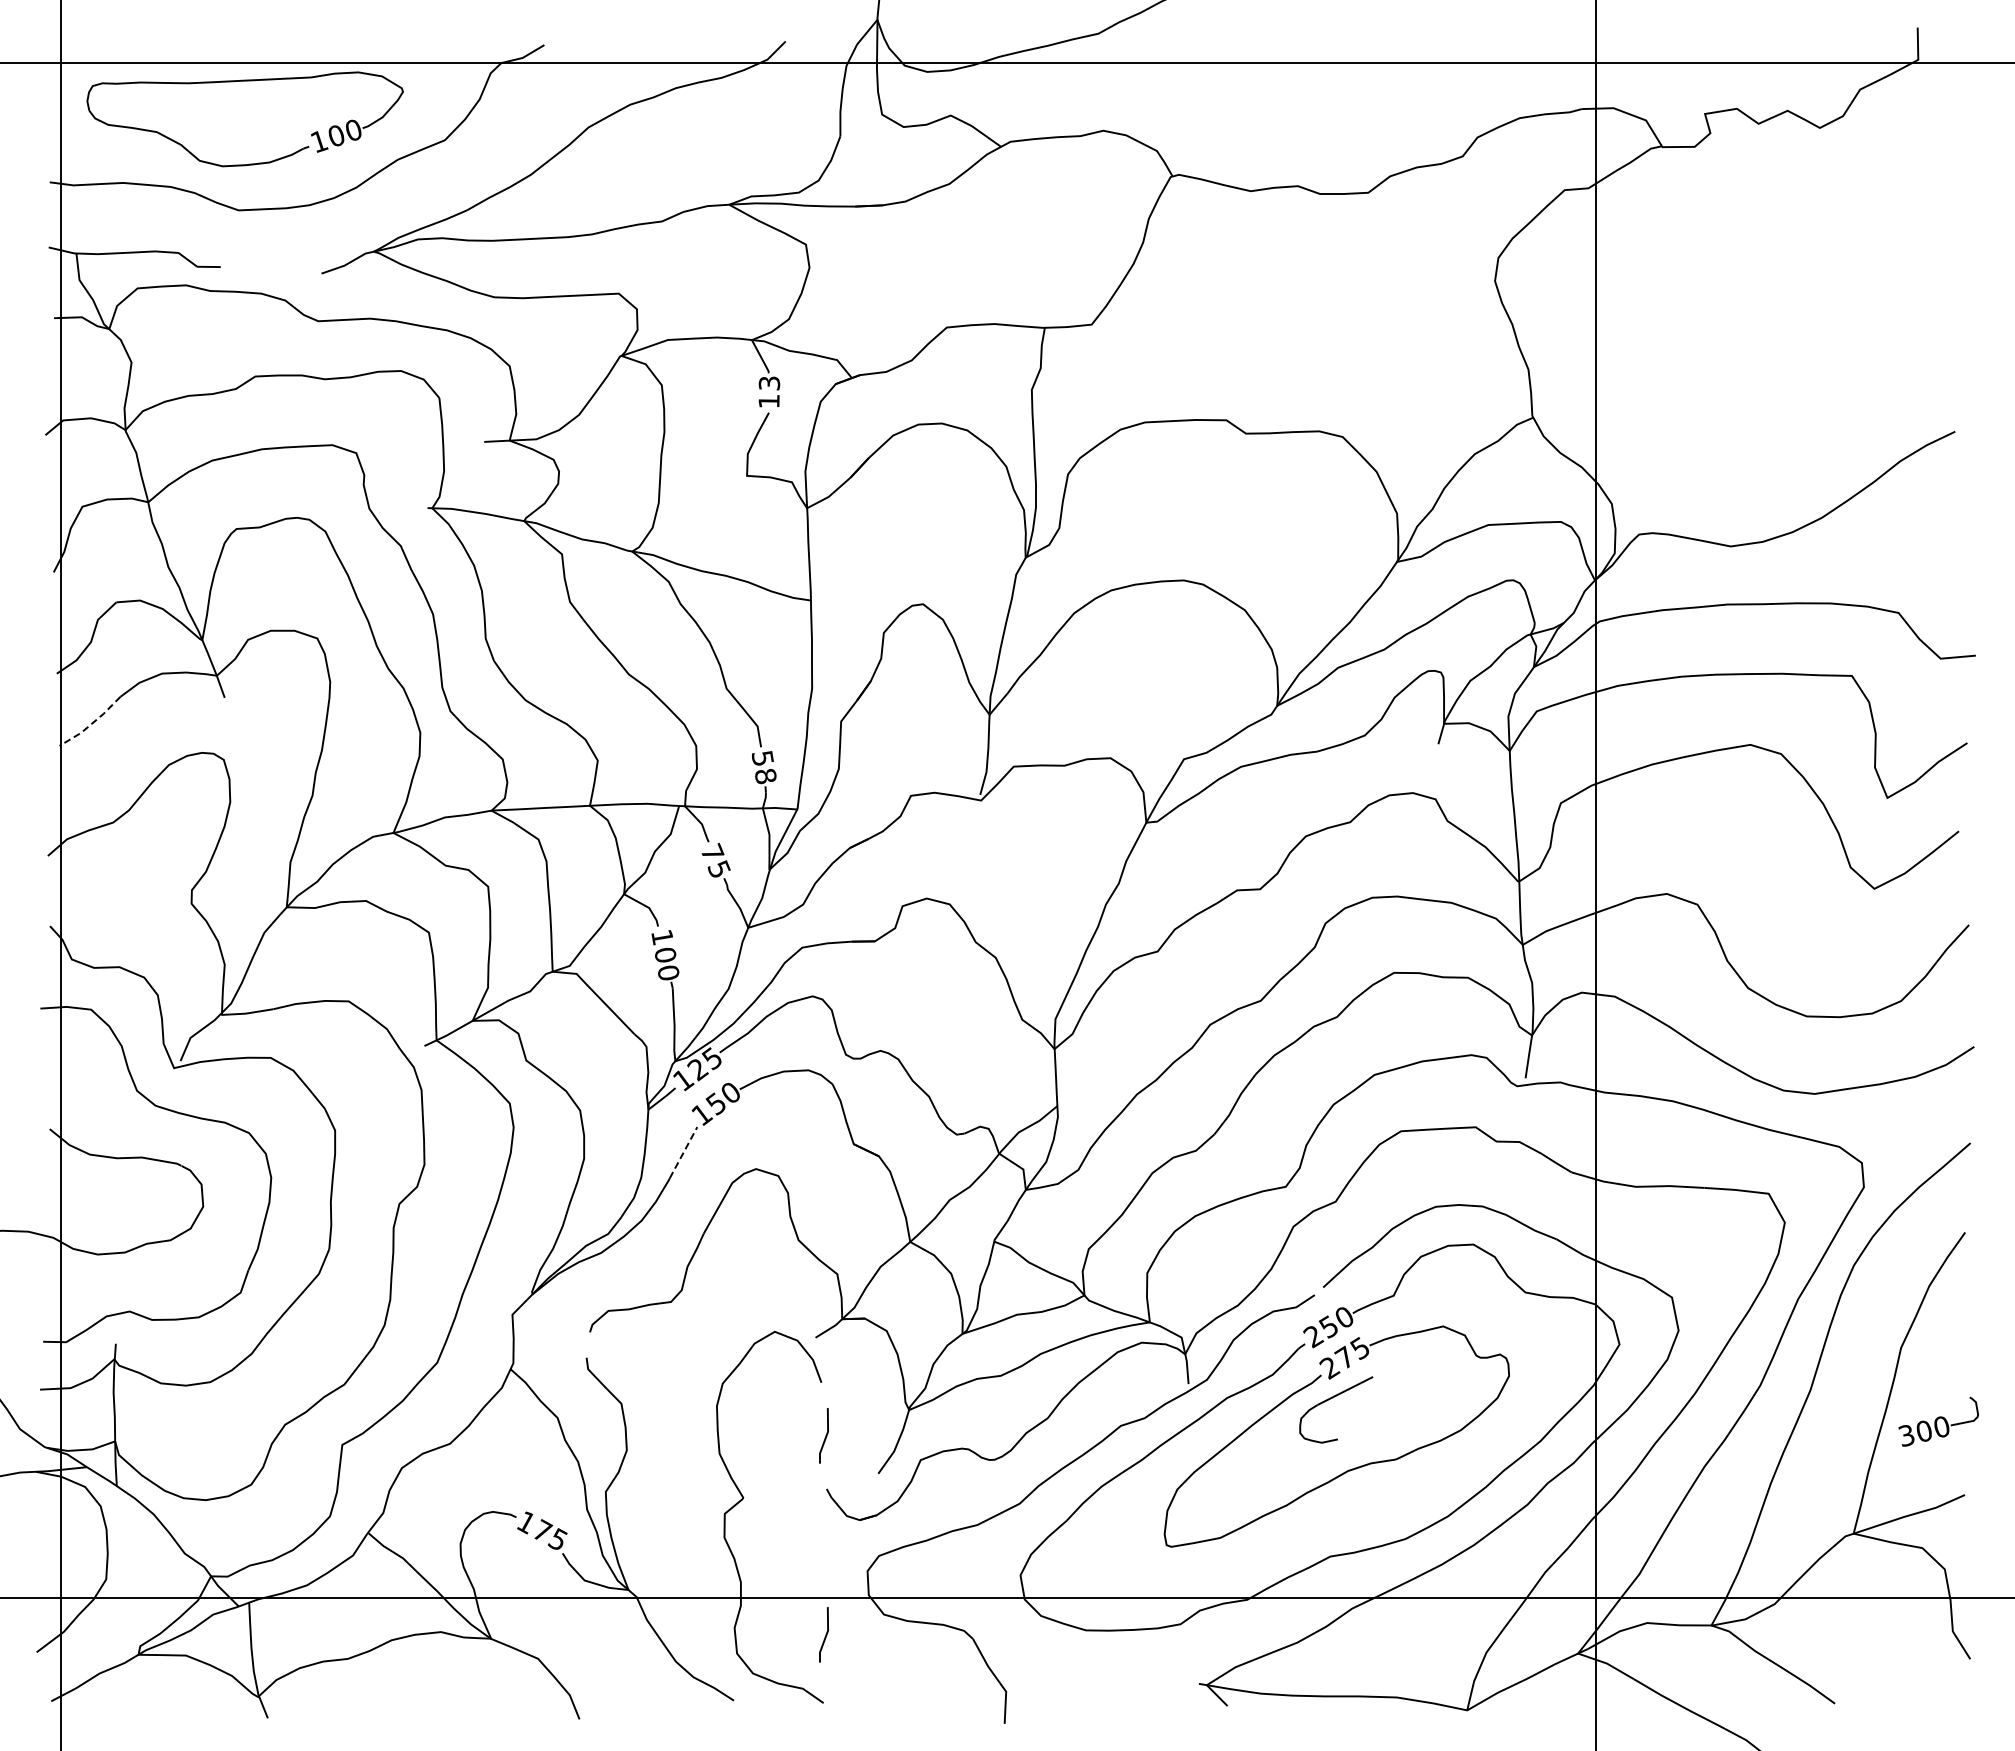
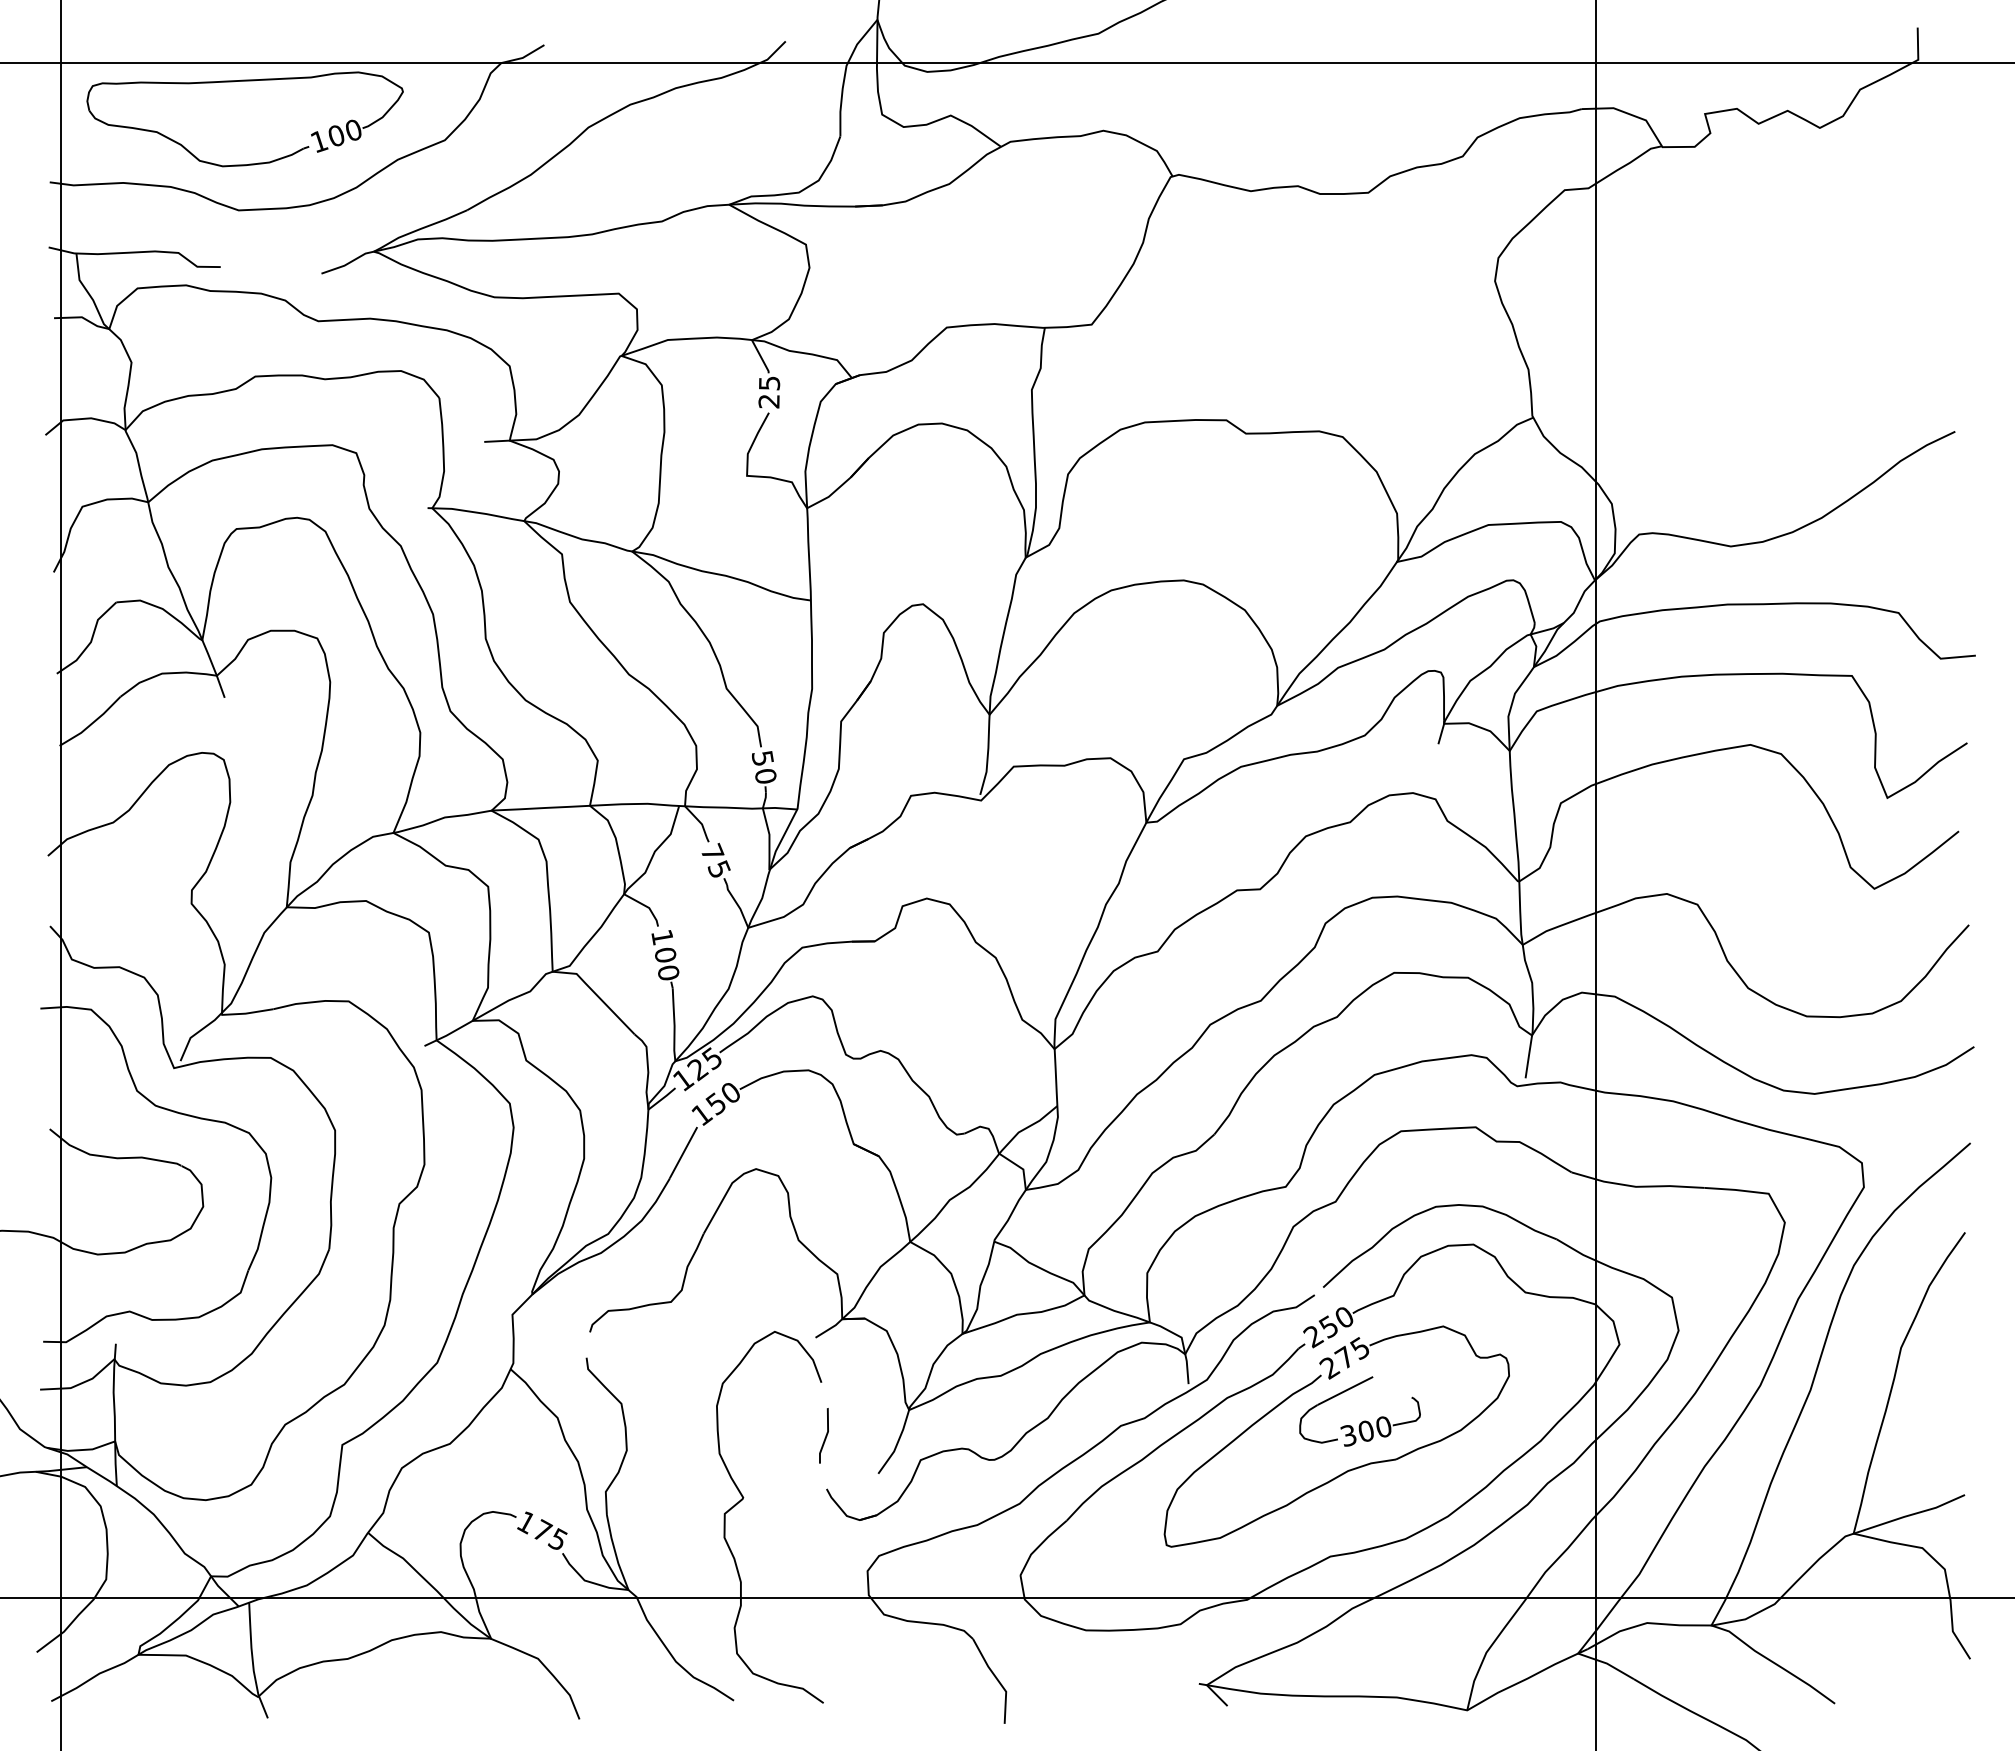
text at (768, 392): 13 -> 25
line at (91, 723): dashed -> solid
text at (765, 776): 58 -> 50
line at (683, 1152): dashed -> solid
part at (1938, 1421) position: (1938, 1421) -> (1380, 1421)
line at (825, 1634): present -> none
